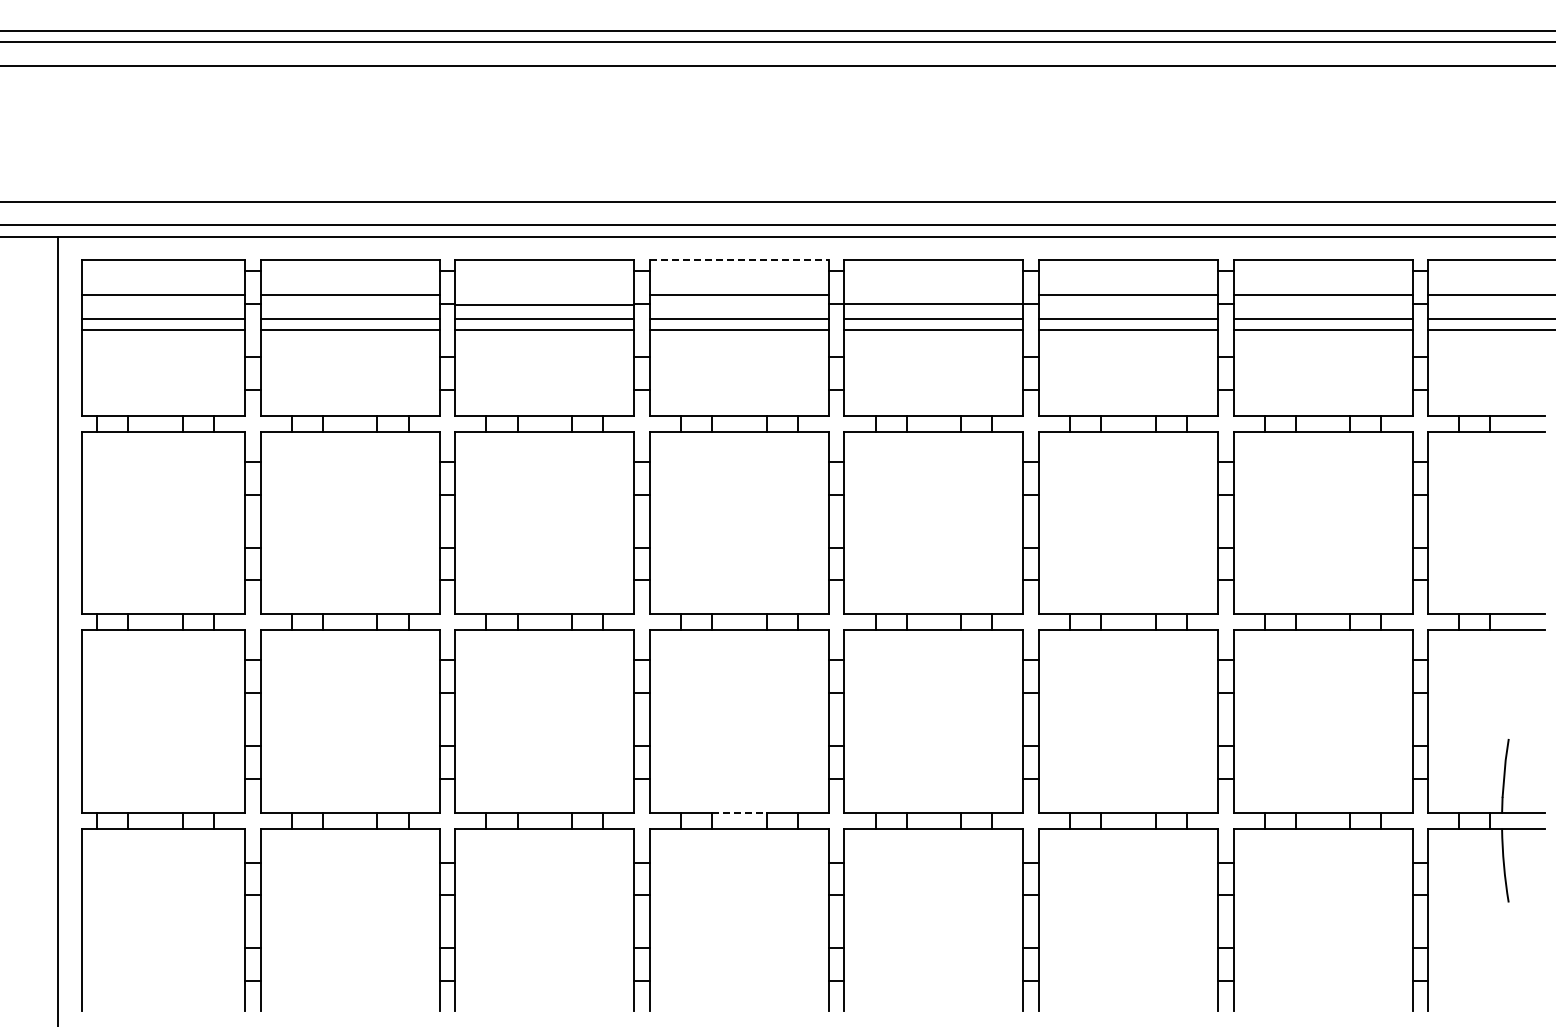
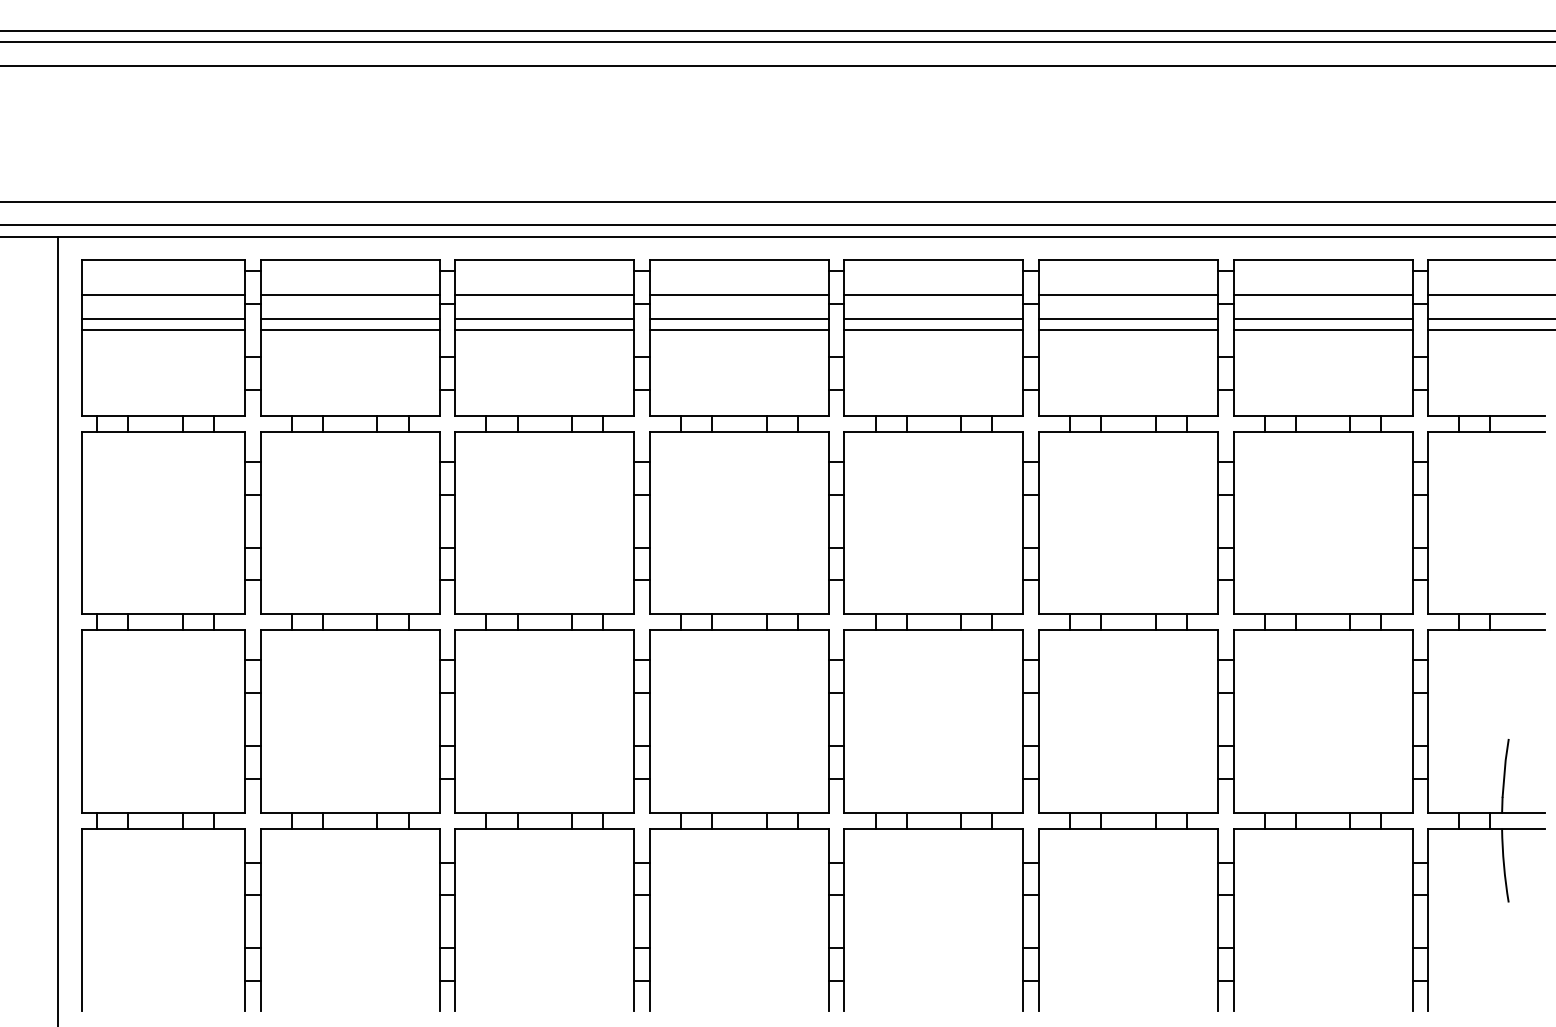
line at (739, 260): dashed -> solid
line at (933, 304) position: (933, 304) -> (933, 295)
line at (544, 305) position: (544, 305) -> (544, 295)
line at (739, 812): dashed -> solid
